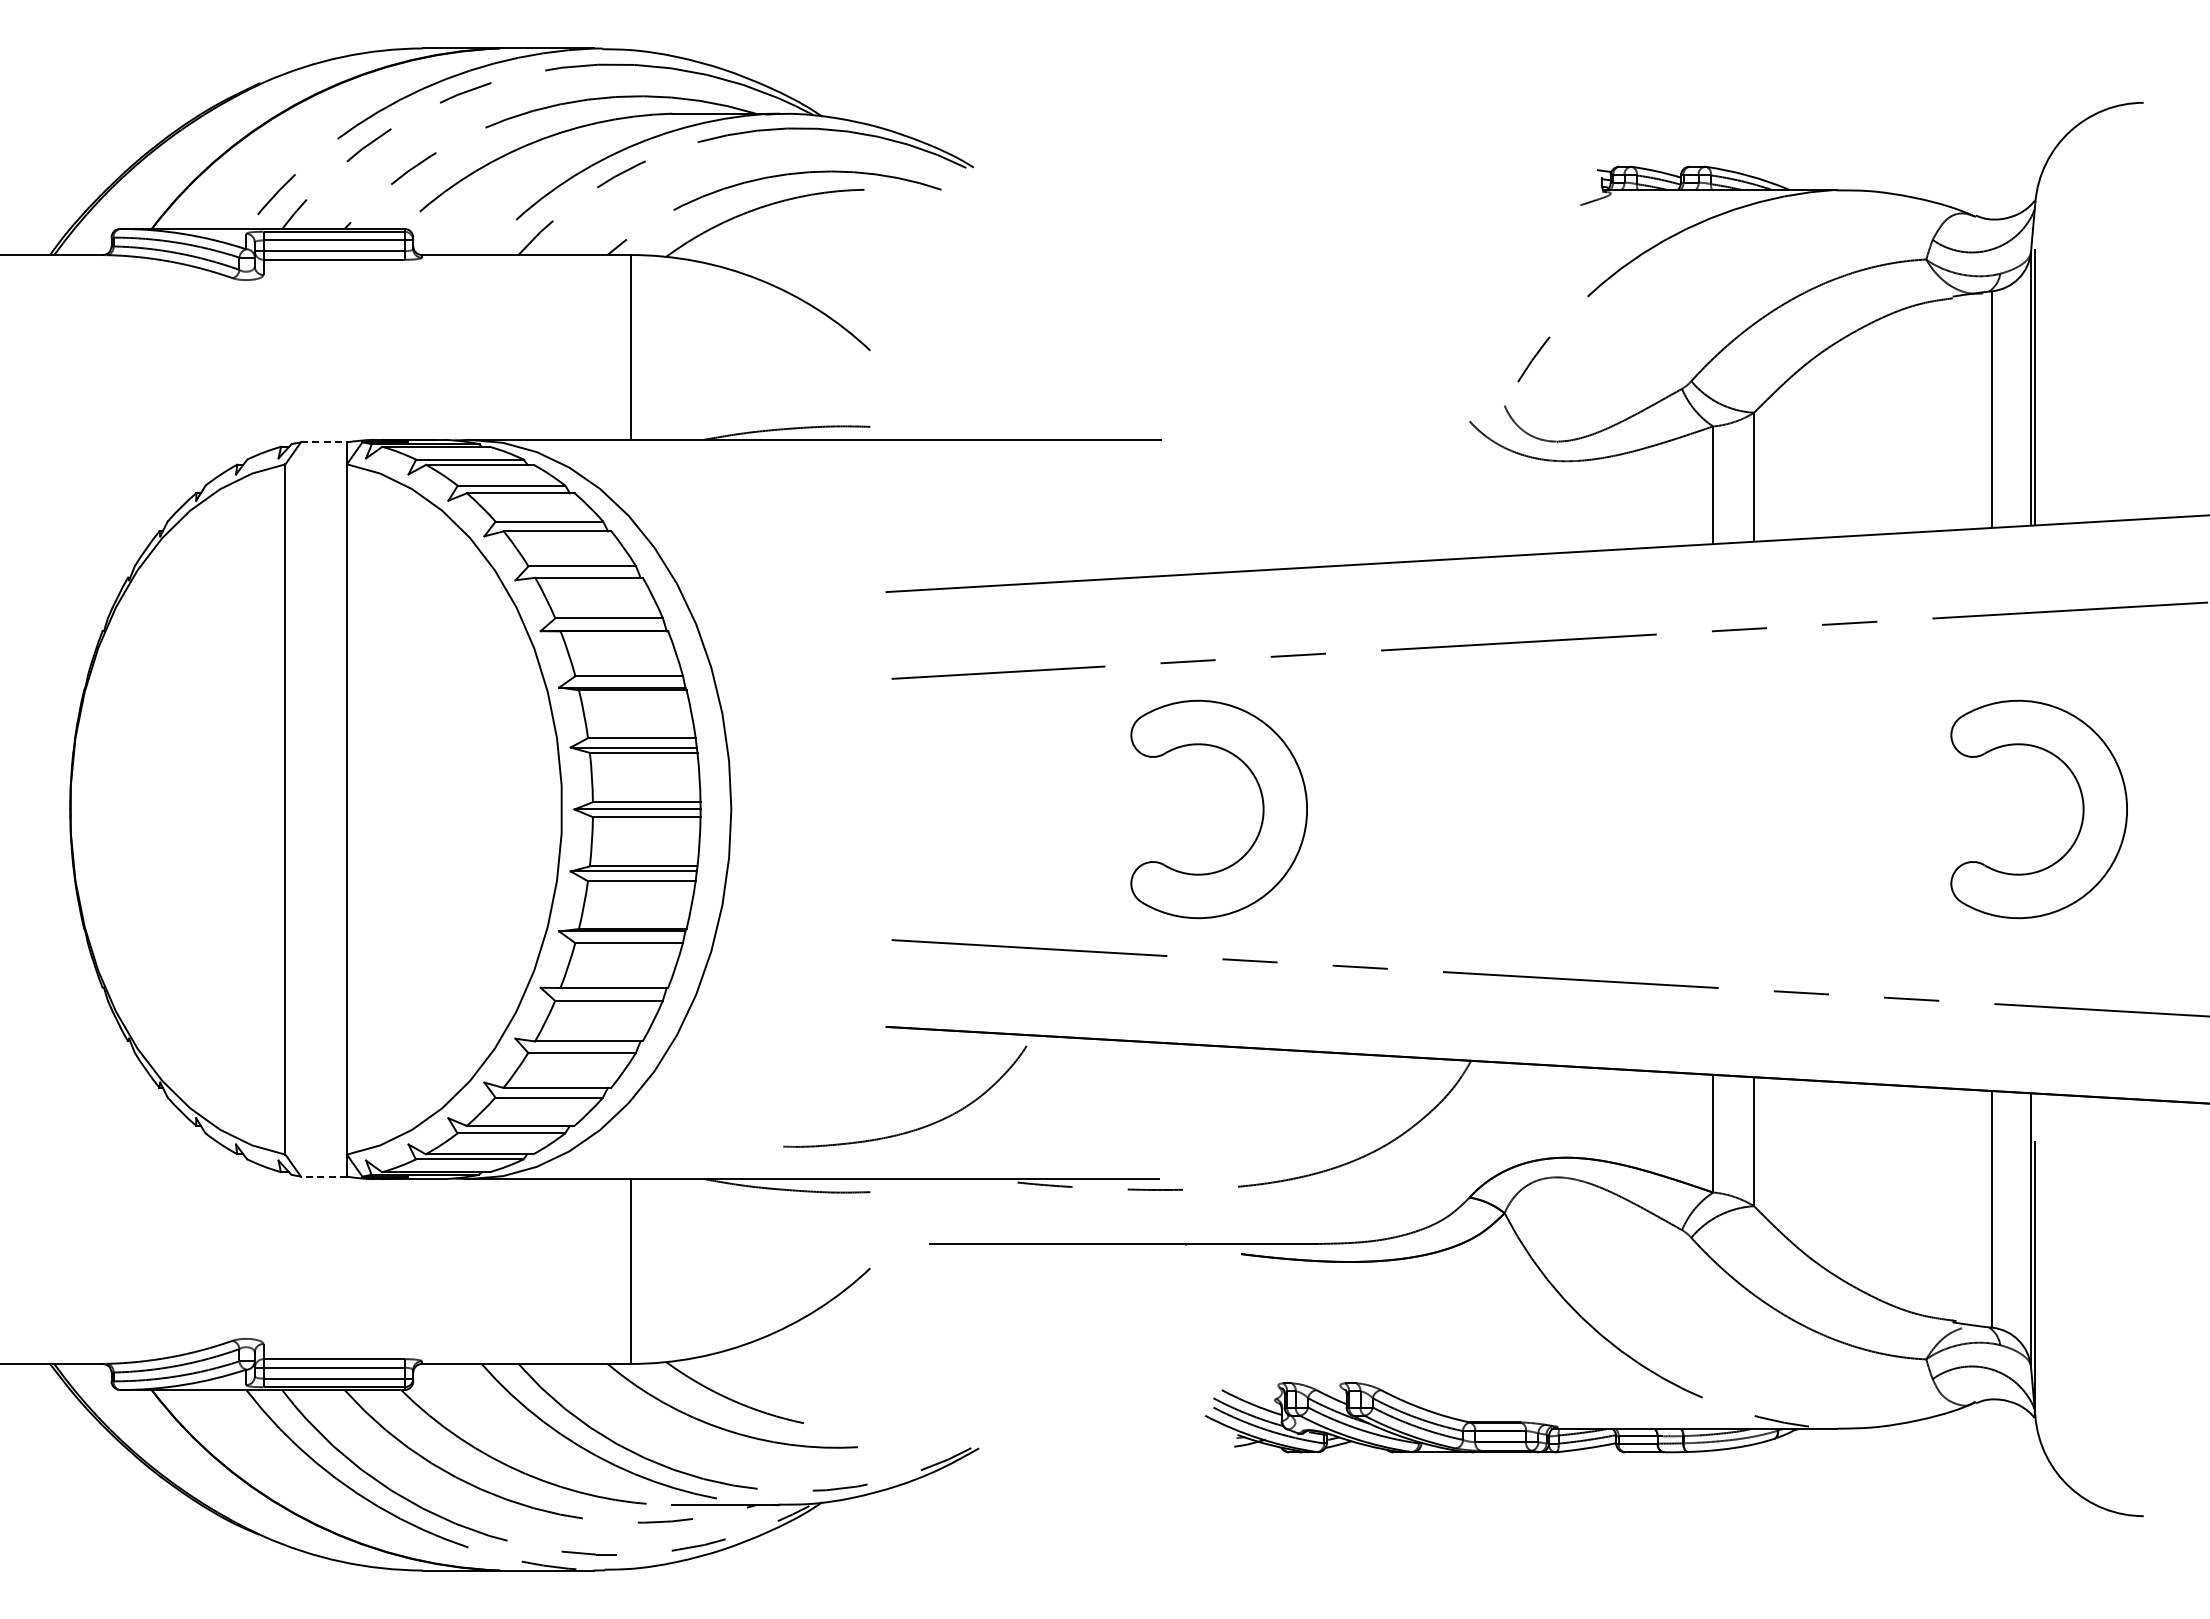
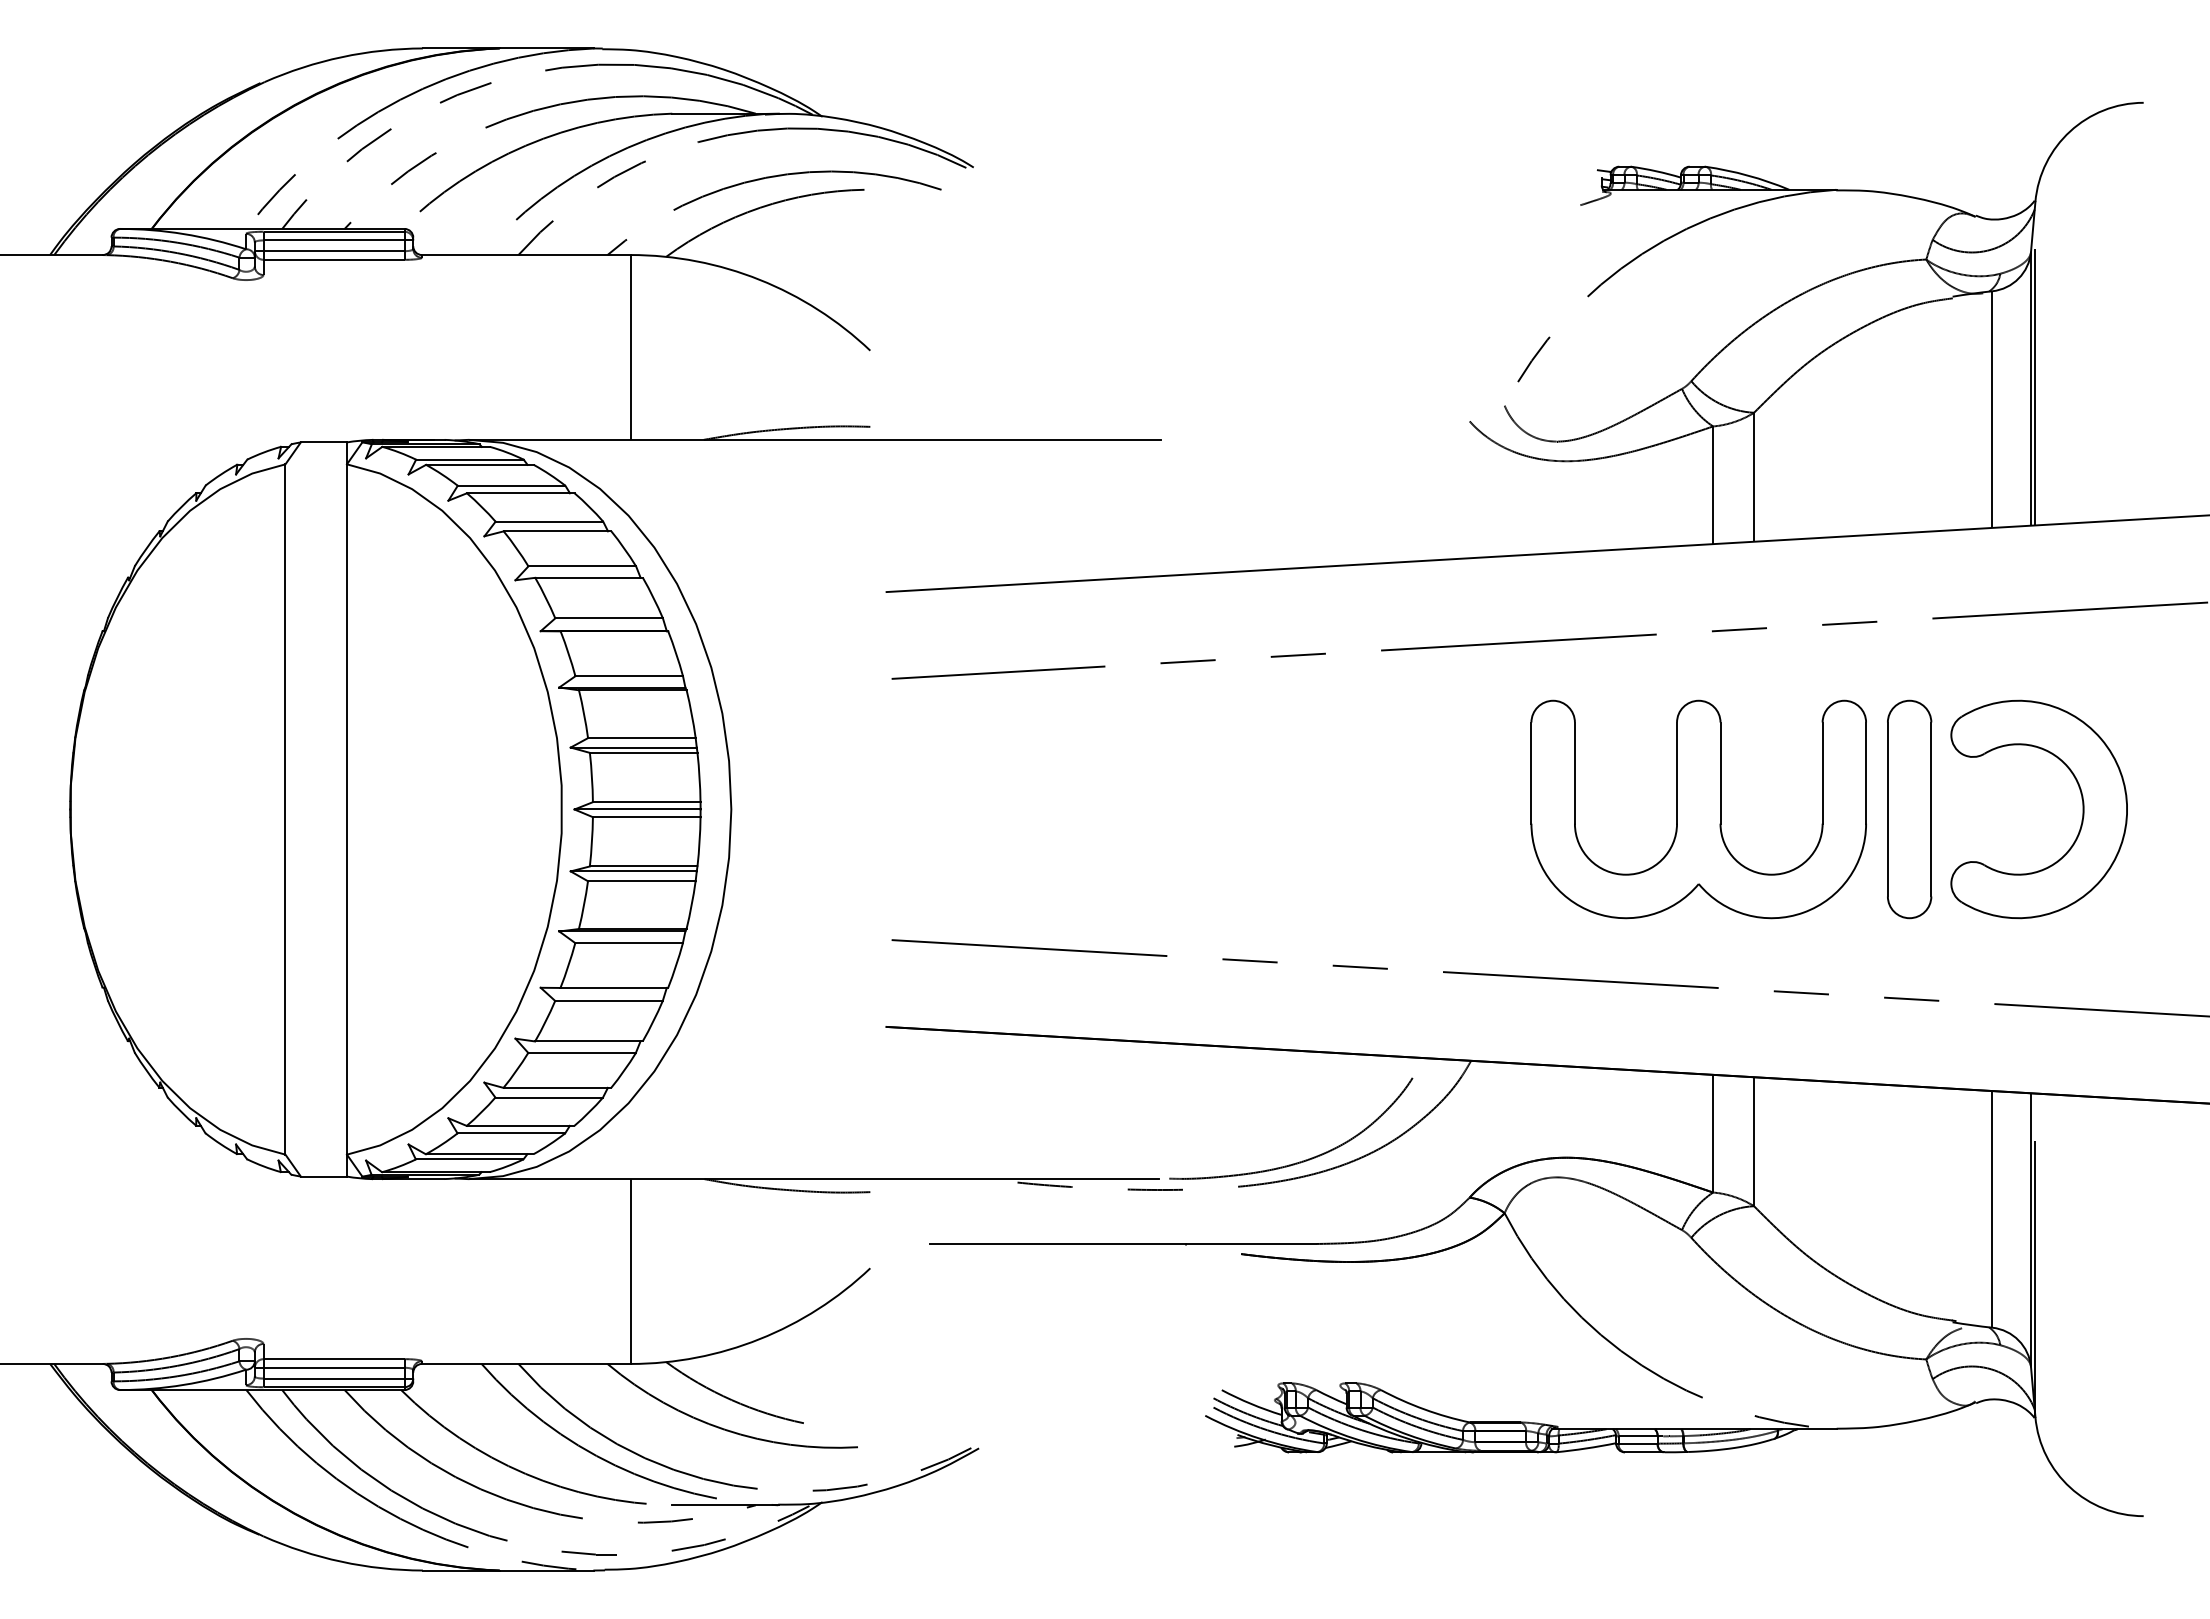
line at (324, 442): dashed -> solid
part at (1262, 809): present -> none
part at (1698, 809): none -> present
part at (1909, 809): none -> present
curve at (916, 1128) position: (916, 1128) -> (1302, 1160)
line at (323, 1176): dashed -> solid
